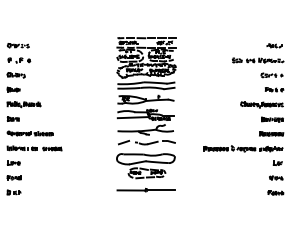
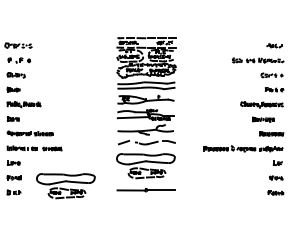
part at (17, 45) size: 24x6 px -> 29x7 px
part at (272, 119) position: (272, 119) -> (263, 119)
part at (65, 186): none -> present
